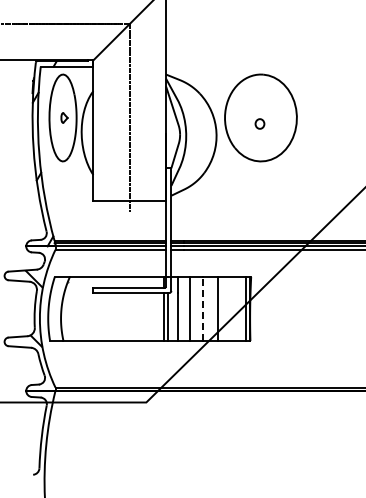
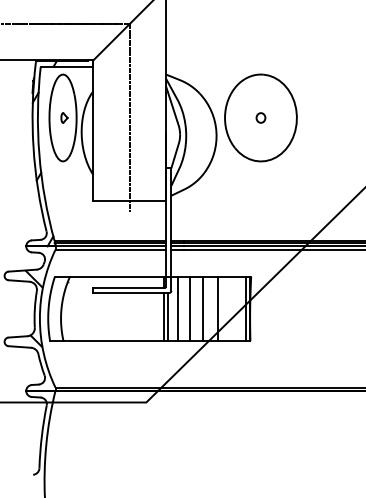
part at (259, 123) position: (259, 123) -> (260, 117)
line at (202, 309): dashed -> solid
